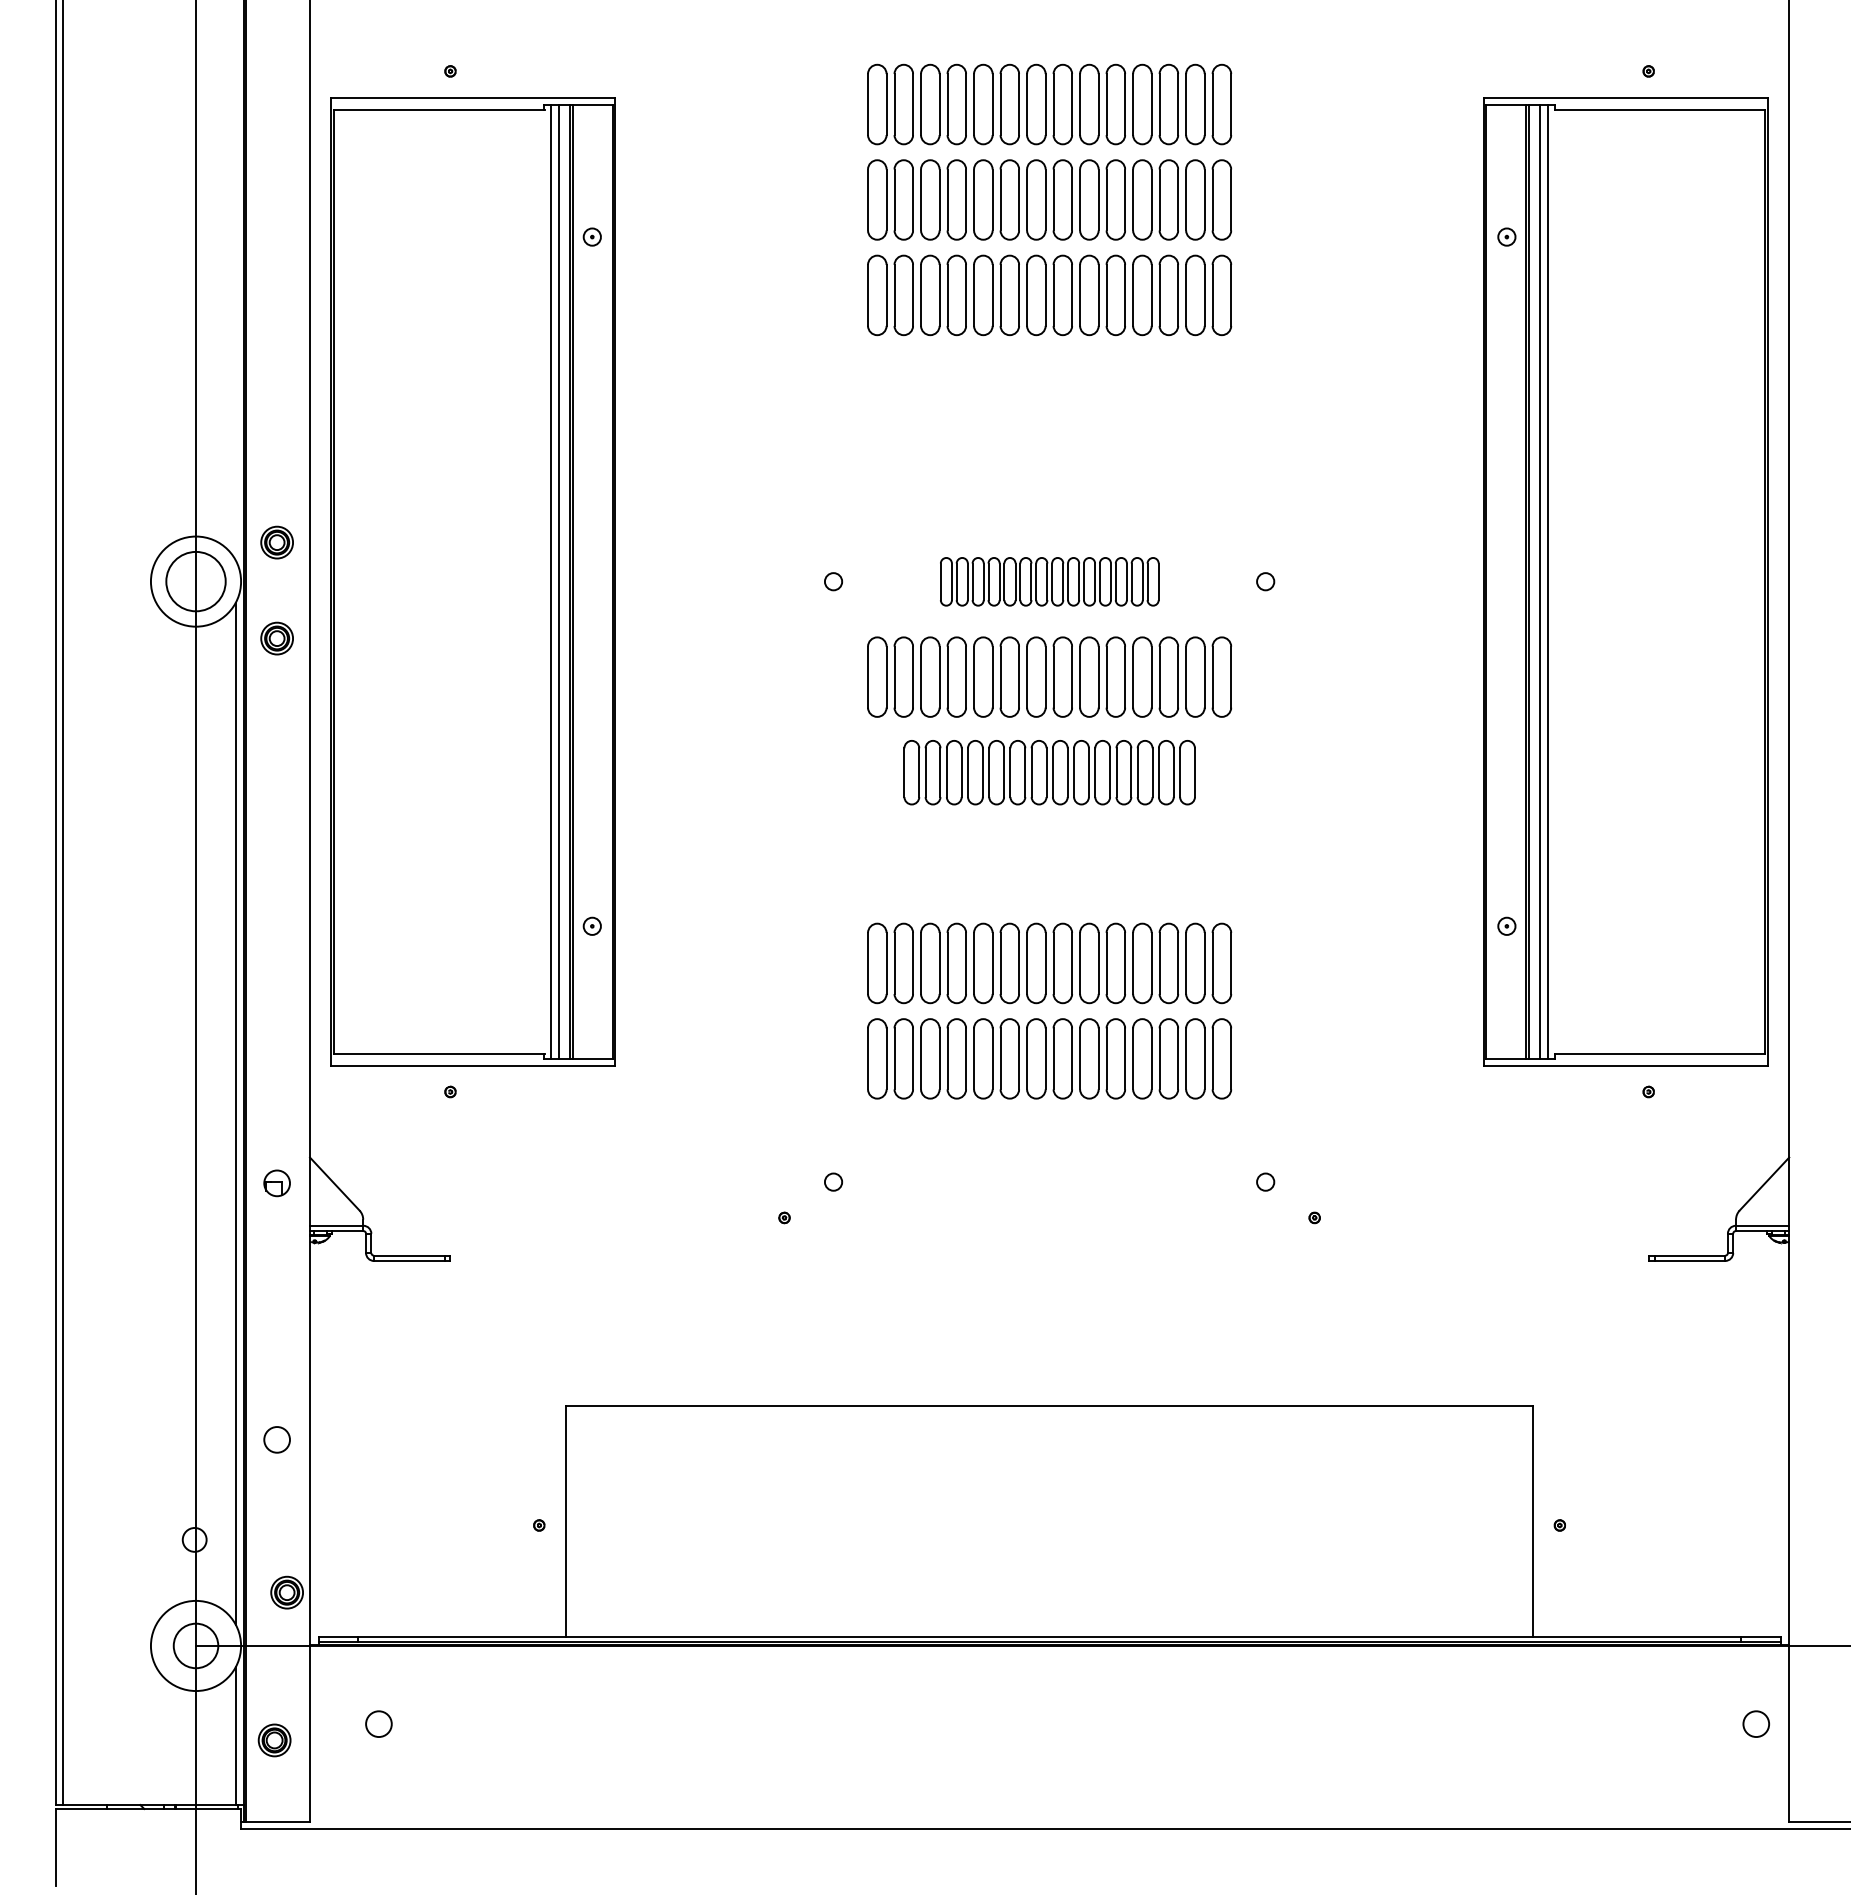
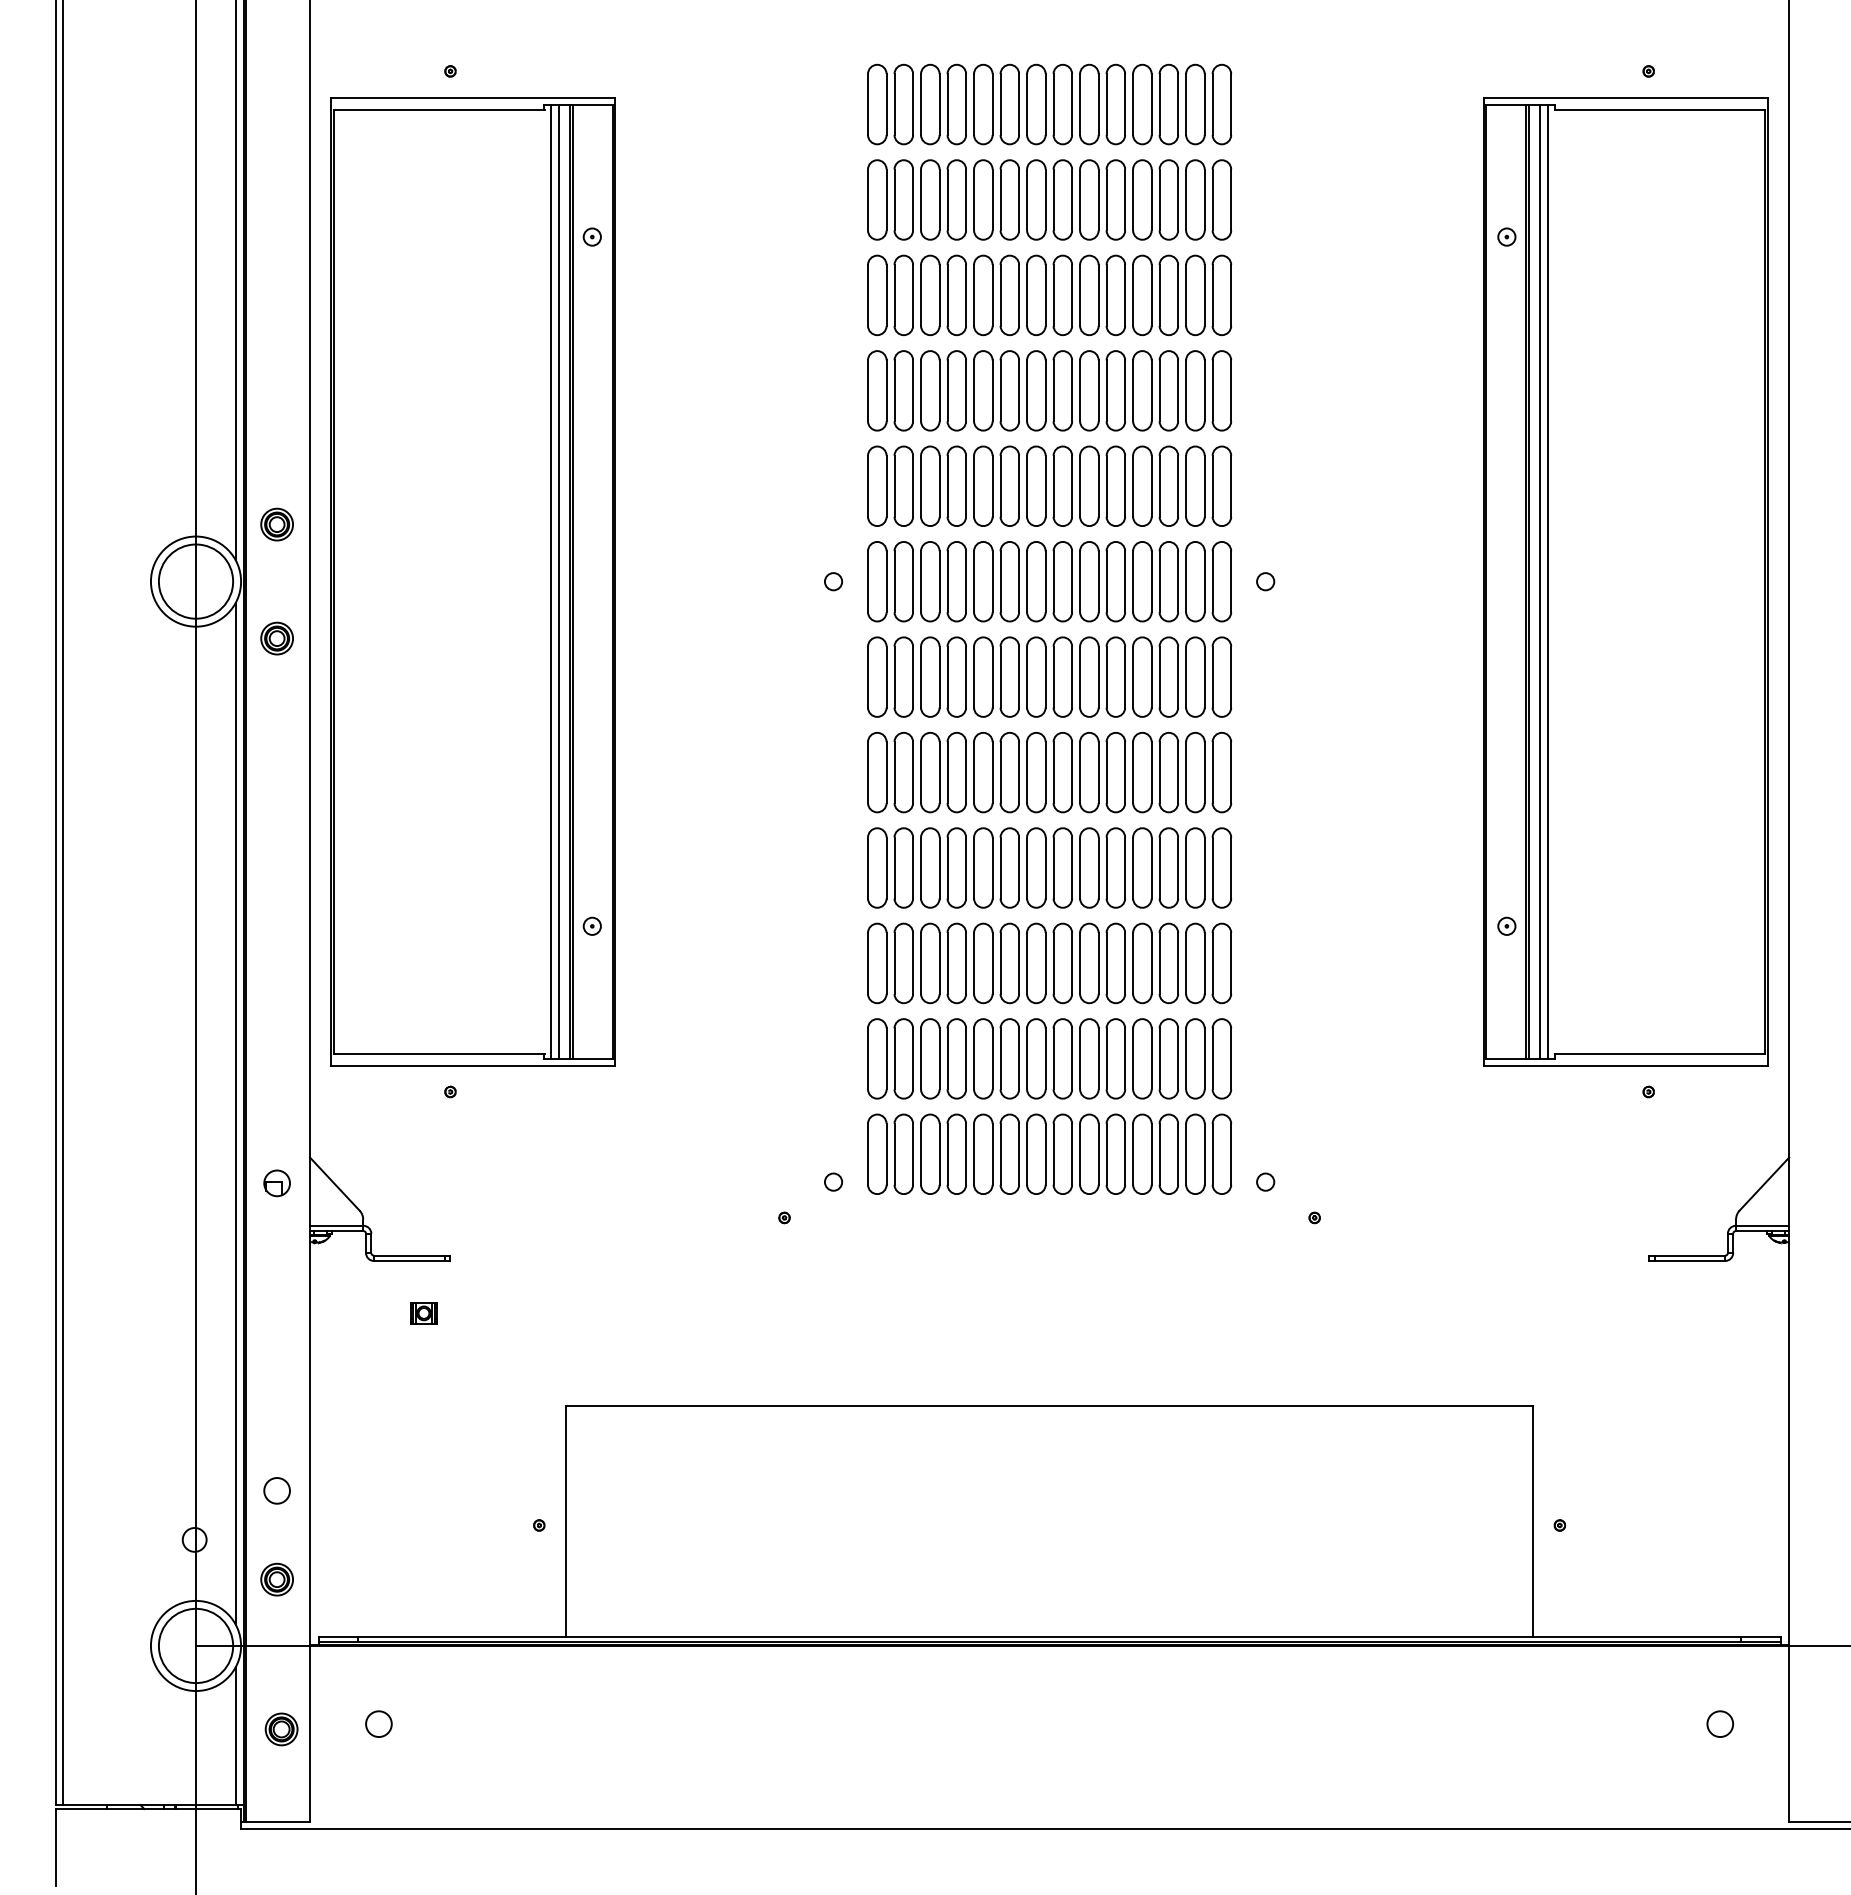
line at (235, 281): none -> present
part at (1049, 390): none -> present
part at (1049, 485): none -> present
part at (276, 542) position: (276, 542) -> (276, 524)
circle at (195, 581) diameter: 59 px -> 74 px
part at (1049, 581) size: 220x50 px -> 366x82 px
part at (1049, 772) size: 293x66 px -> 366x82 px
part at (1049, 867): none -> present
part at (1049, 1153): none -> present
part at (423, 1313): none -> present
circle at (276, 1439) position: (276, 1439) -> (276, 1490)
part at (286, 1592) position: (286, 1592) -> (276, 1579)
circle at (195, 1645) diameter: 45 px -> 74 px
circle at (1755, 1723) position: (1755, 1723) -> (1719, 1723)
part at (274, 1740) position: (274, 1740) -> (281, 1729)
